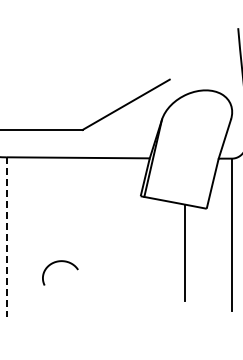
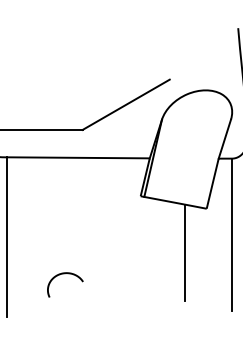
line at (6, 237): dashed -> solid
curve at (60, 262) position: (60, 262) -> (65, 274)
